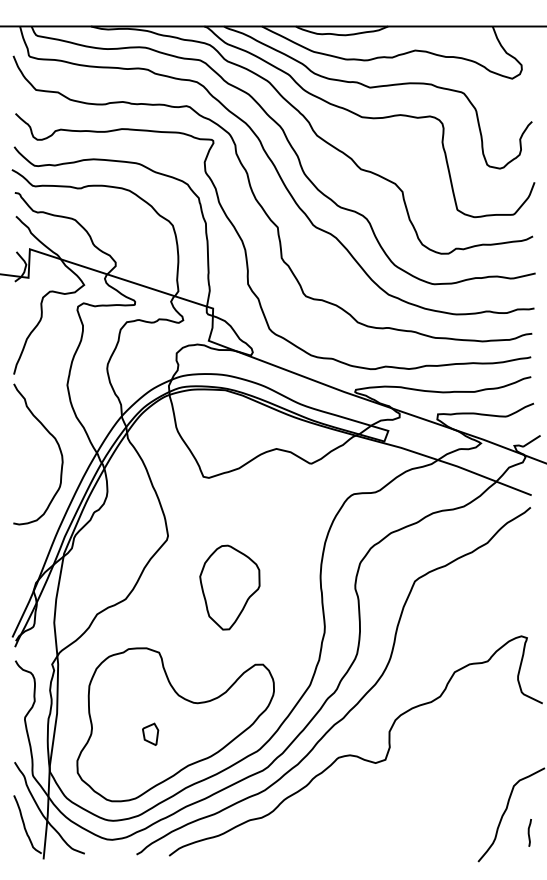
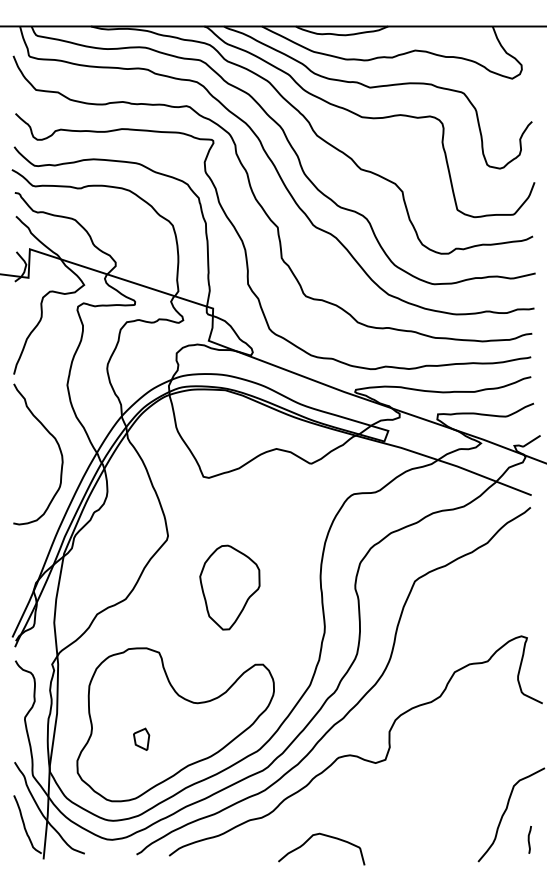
part at (150, 733) position: (150, 733) -> (141, 738)
curve at (529, 832) position: (529, 832) -> (529, 839)
curve at (325, 836): none -> present
